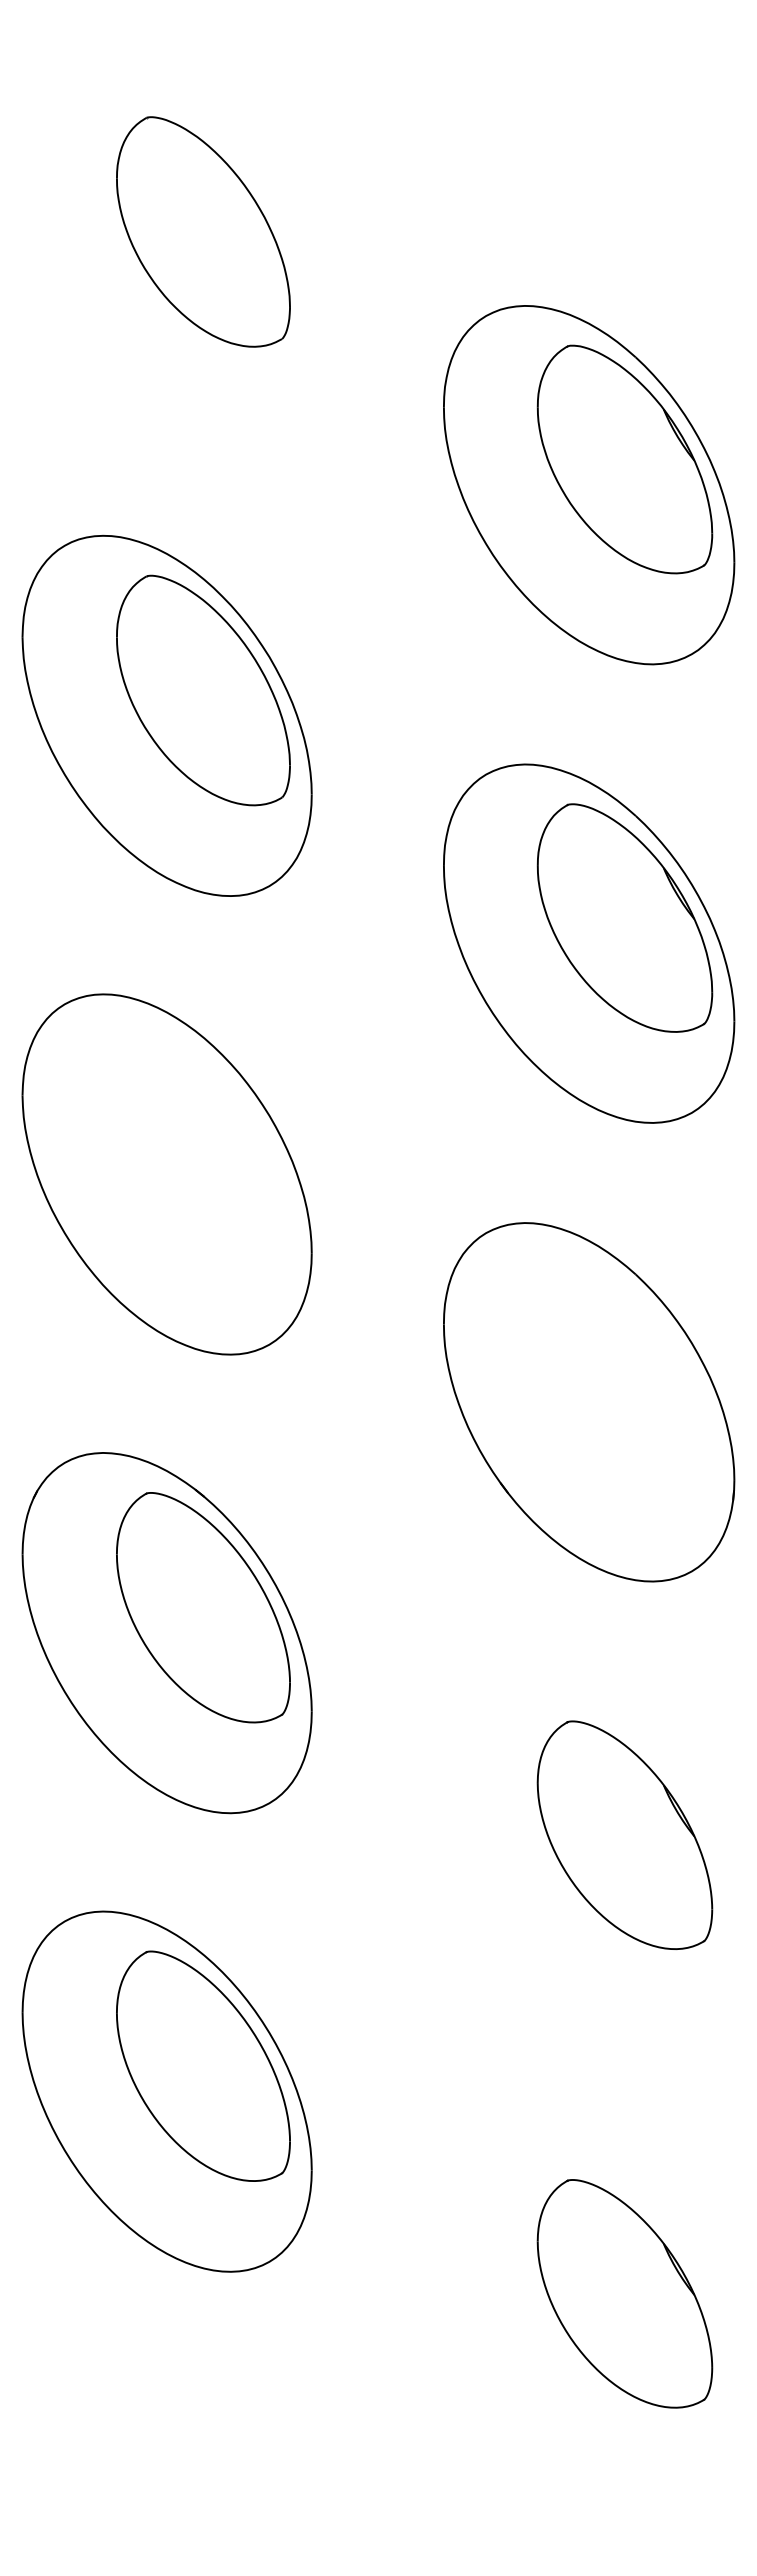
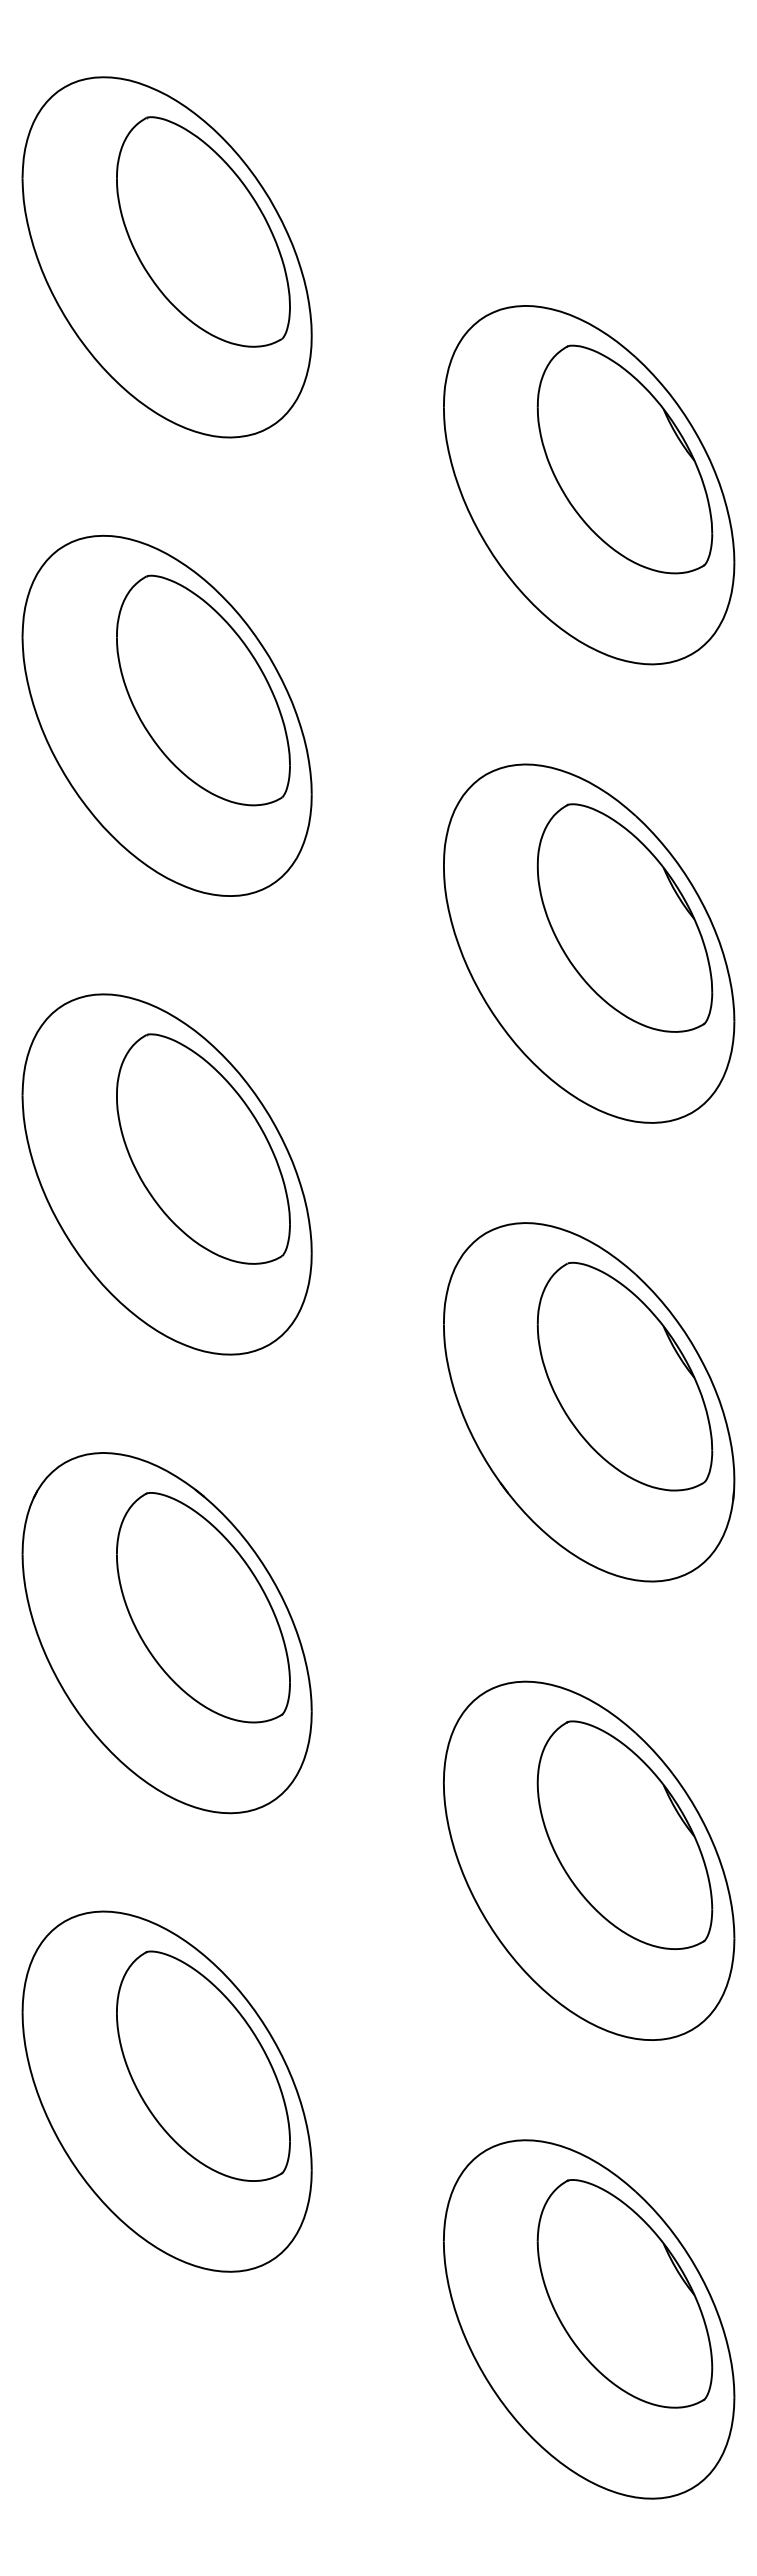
part at (166, 257): none -> present
part at (203, 1148): none -> present
part at (624, 1376): none -> present
part at (589, 1860): none -> present
part at (589, 2319): none -> present
